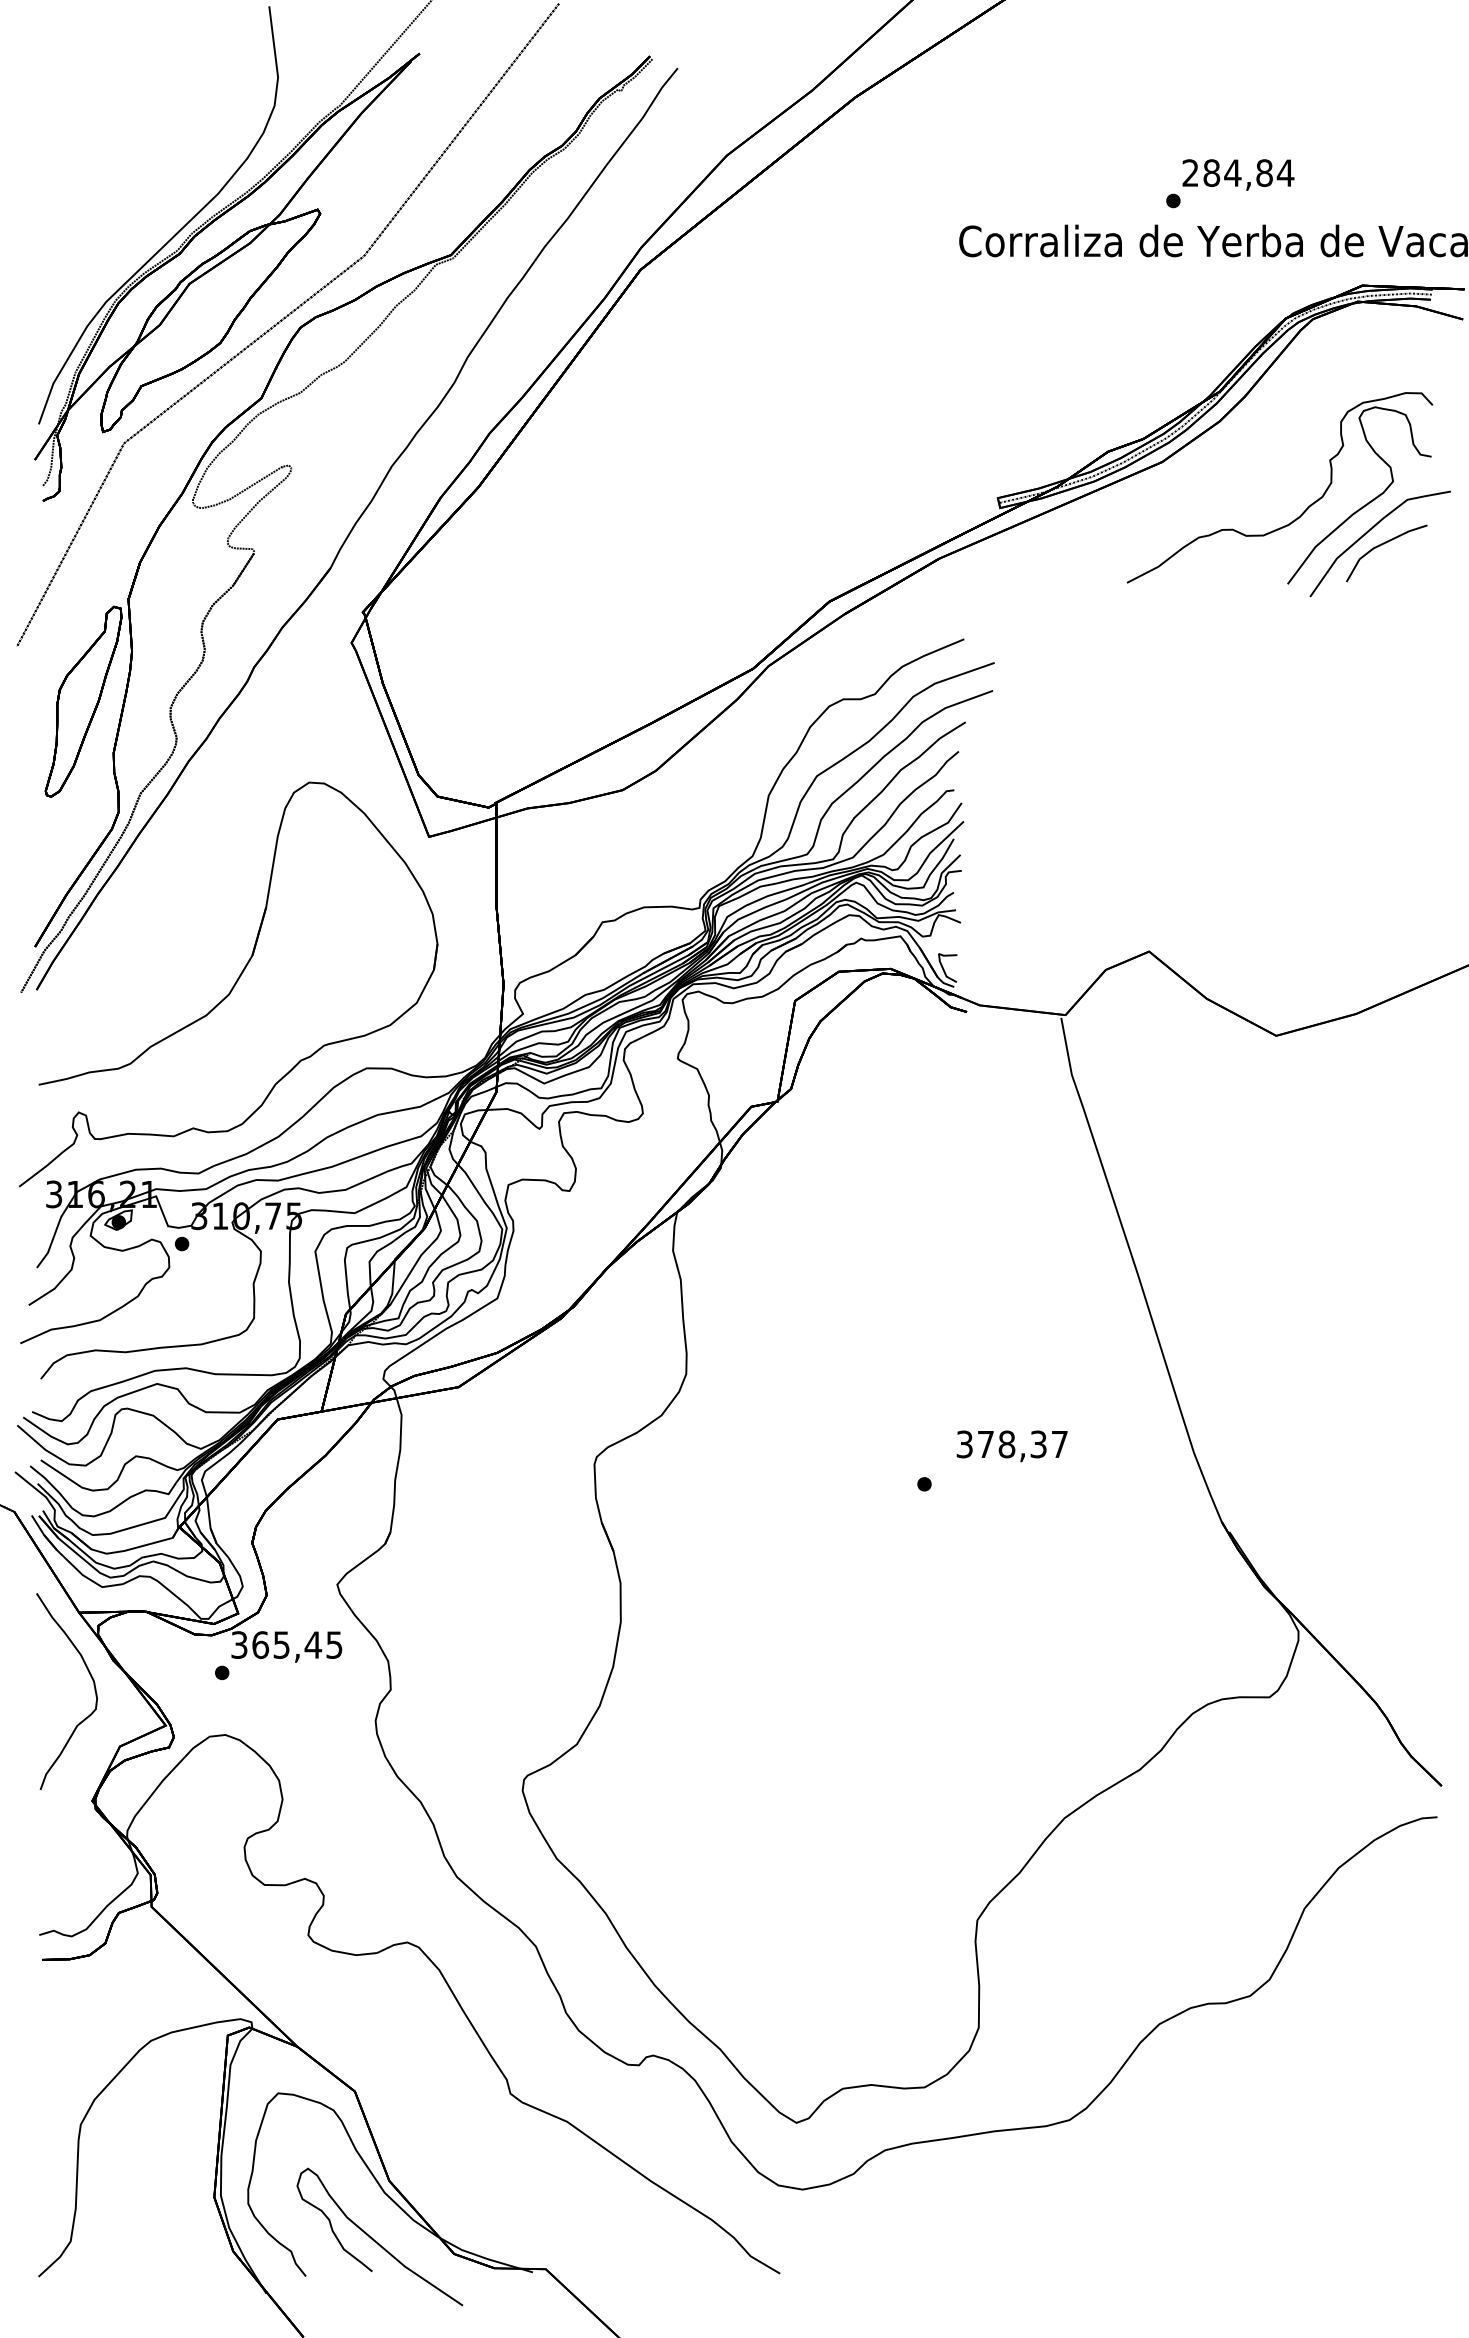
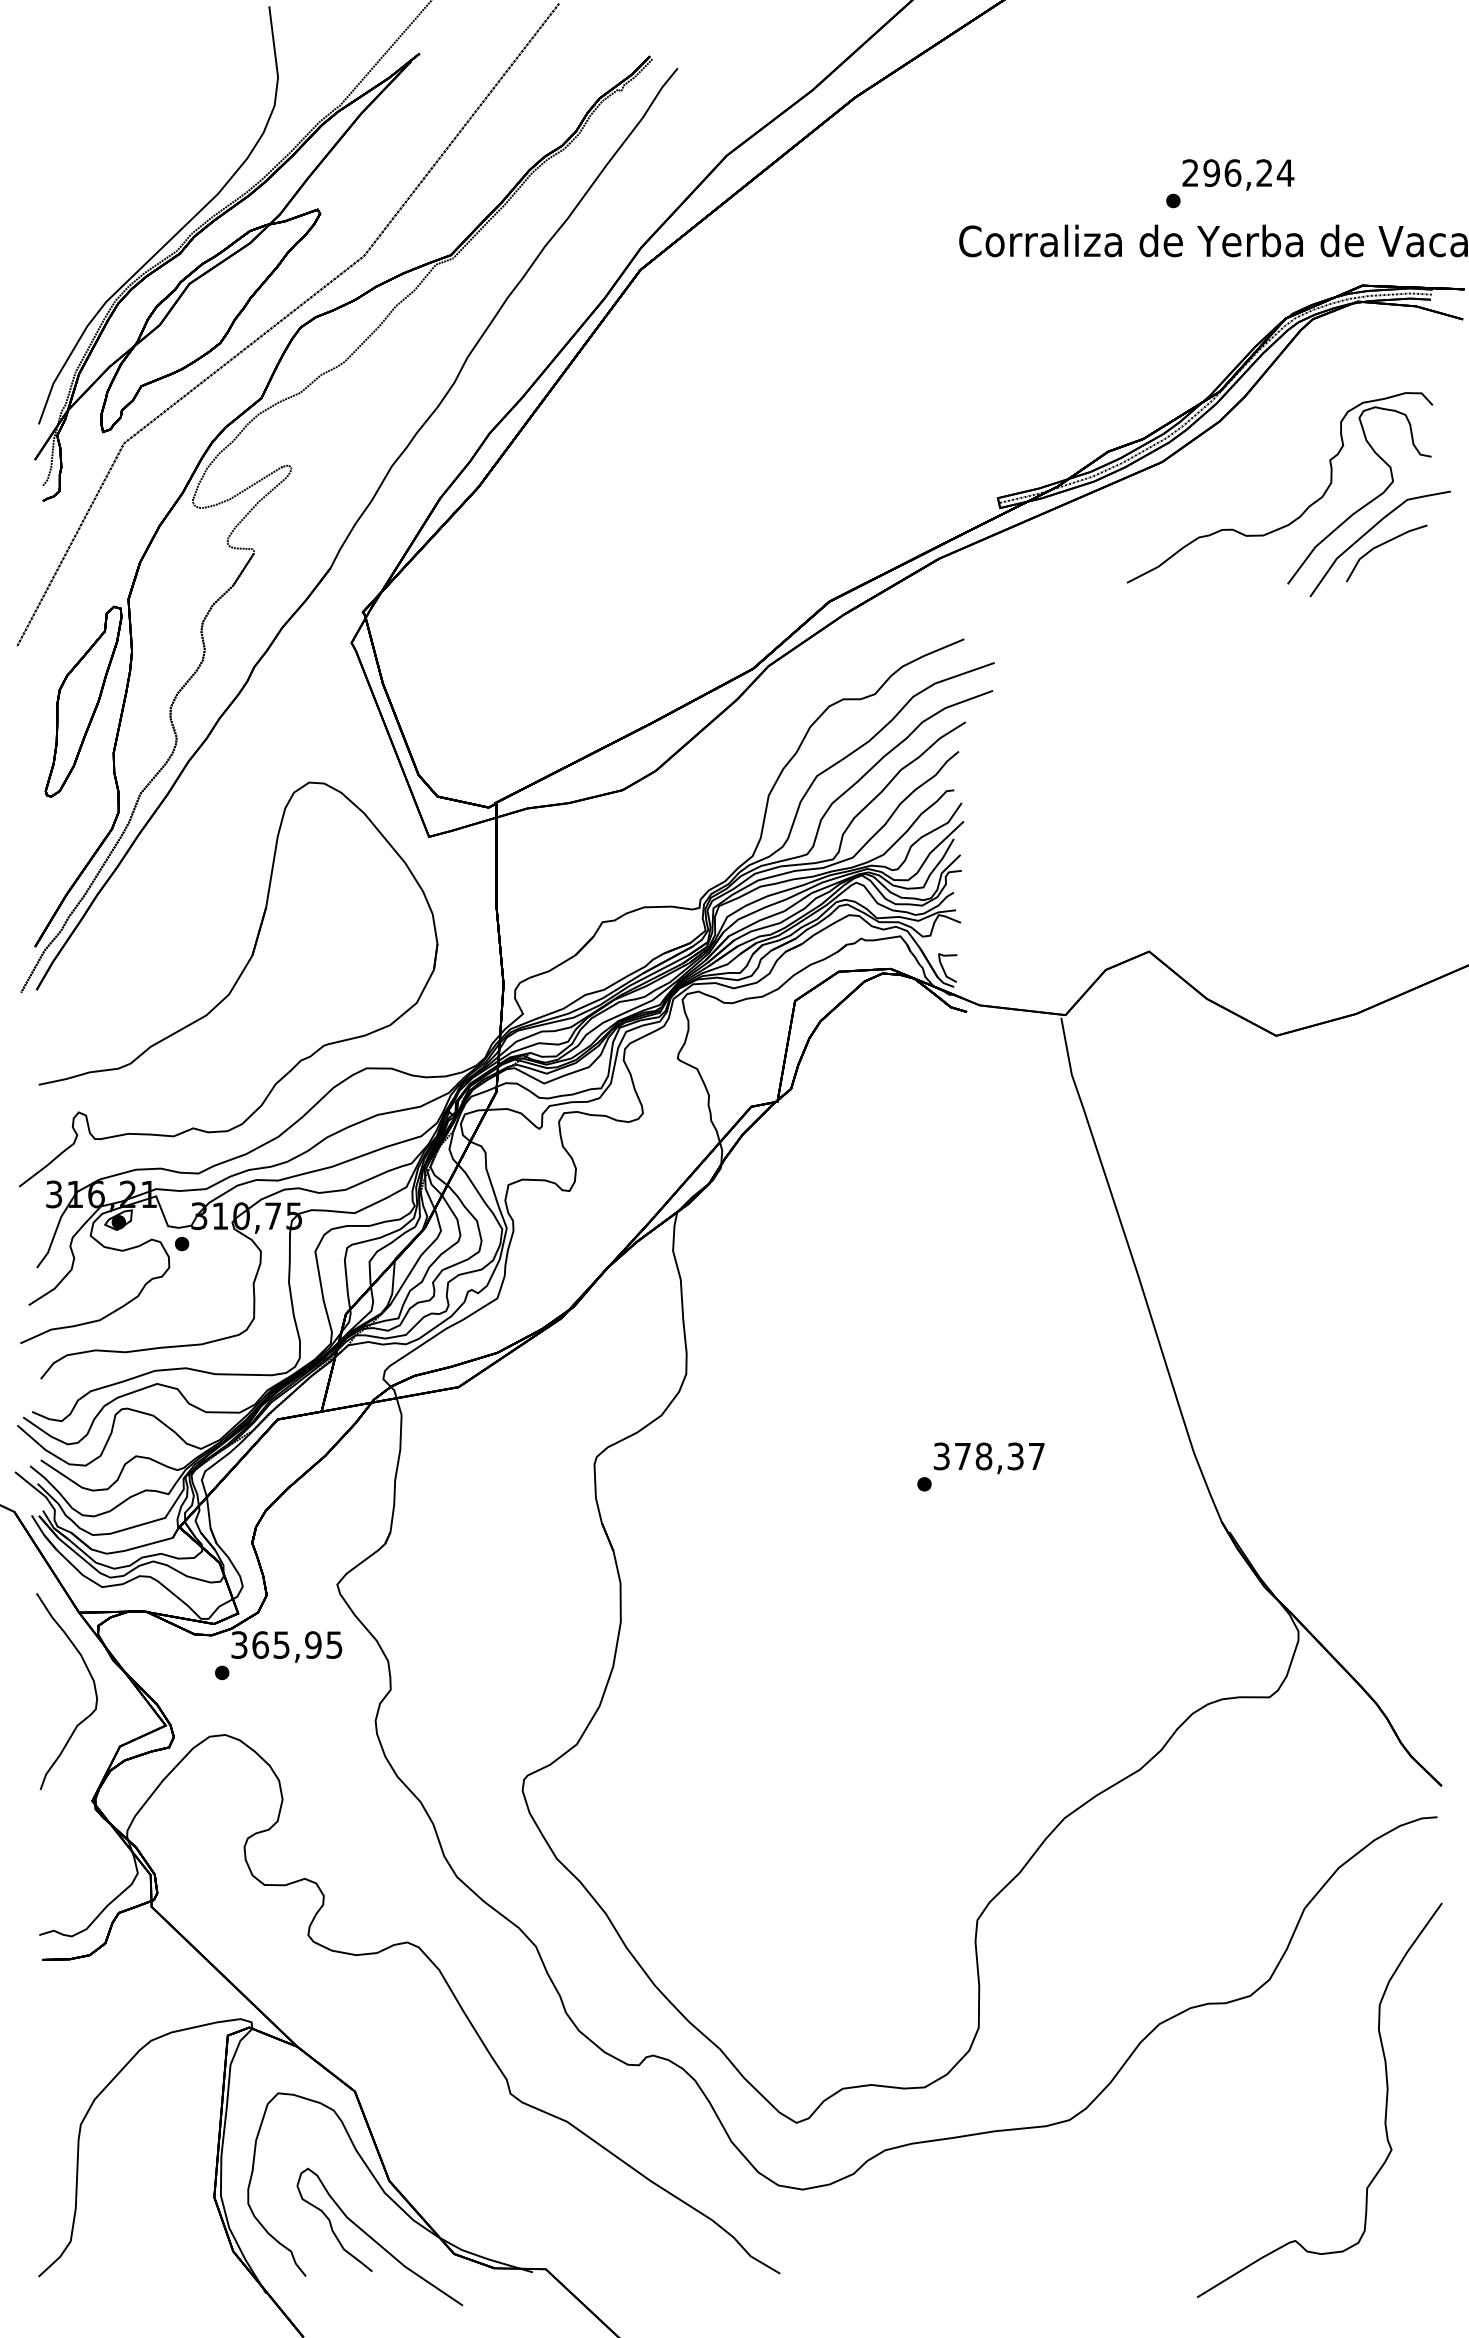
text at (1237, 173): 284,84 -> 296,24
text at (1011, 1446) position: (1011, 1446) -> (988, 1458)
text at (313, 1644): 365,45 -> 365,95
curve at (1385, 2102): none -> present
